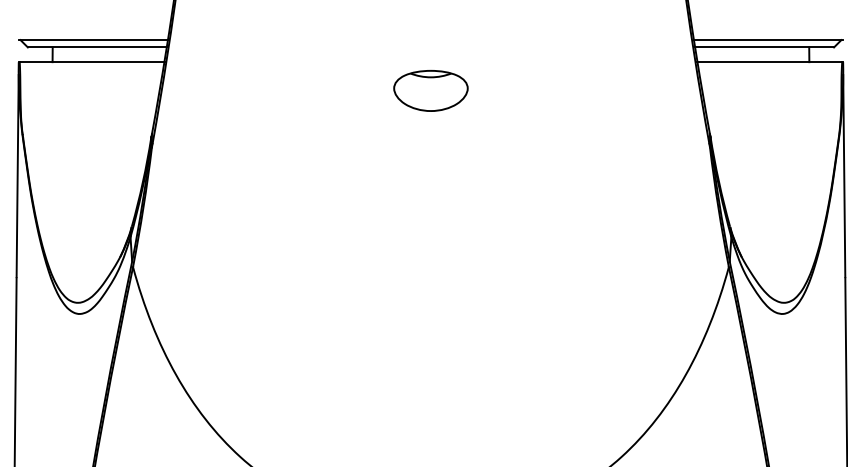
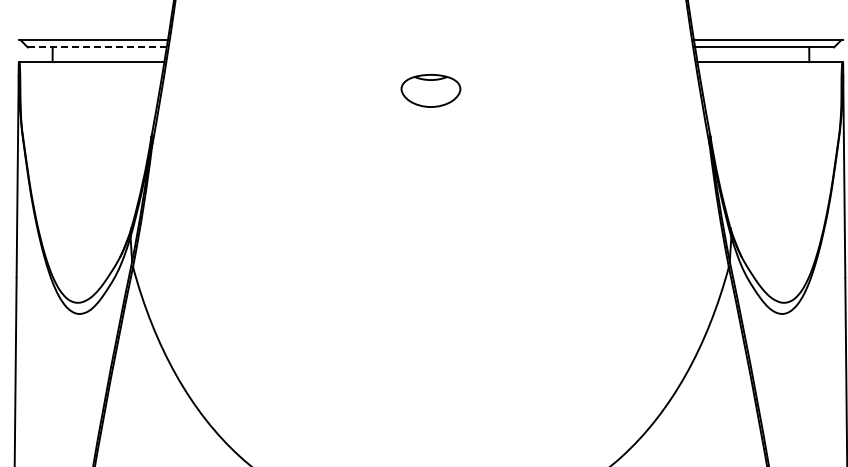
line at (97, 47): solid -> dashed
part at (430, 90) size: 76x42 px -> 62x34 px
